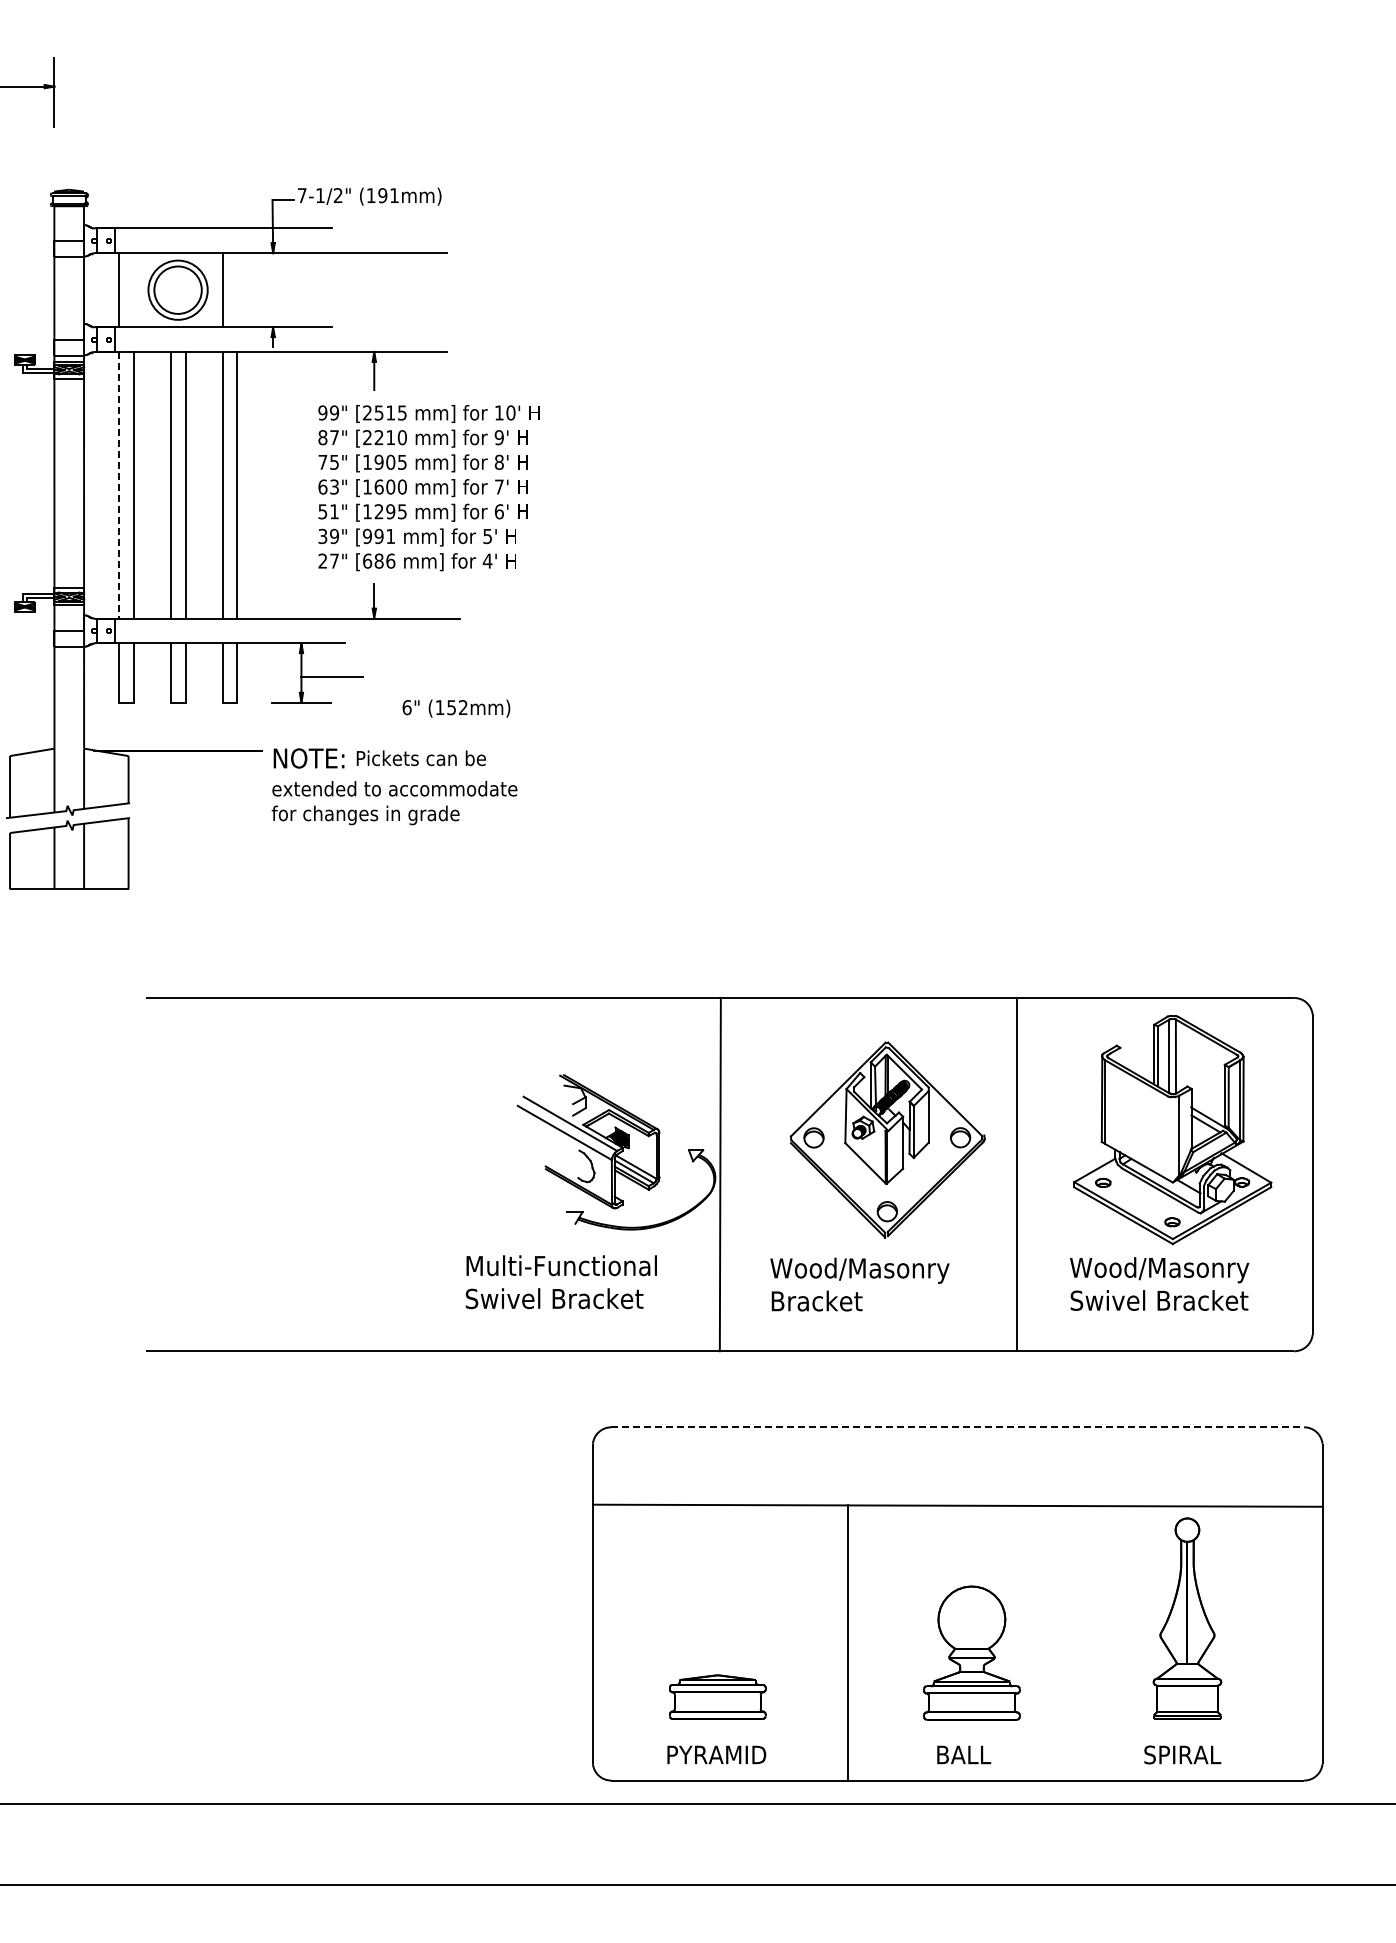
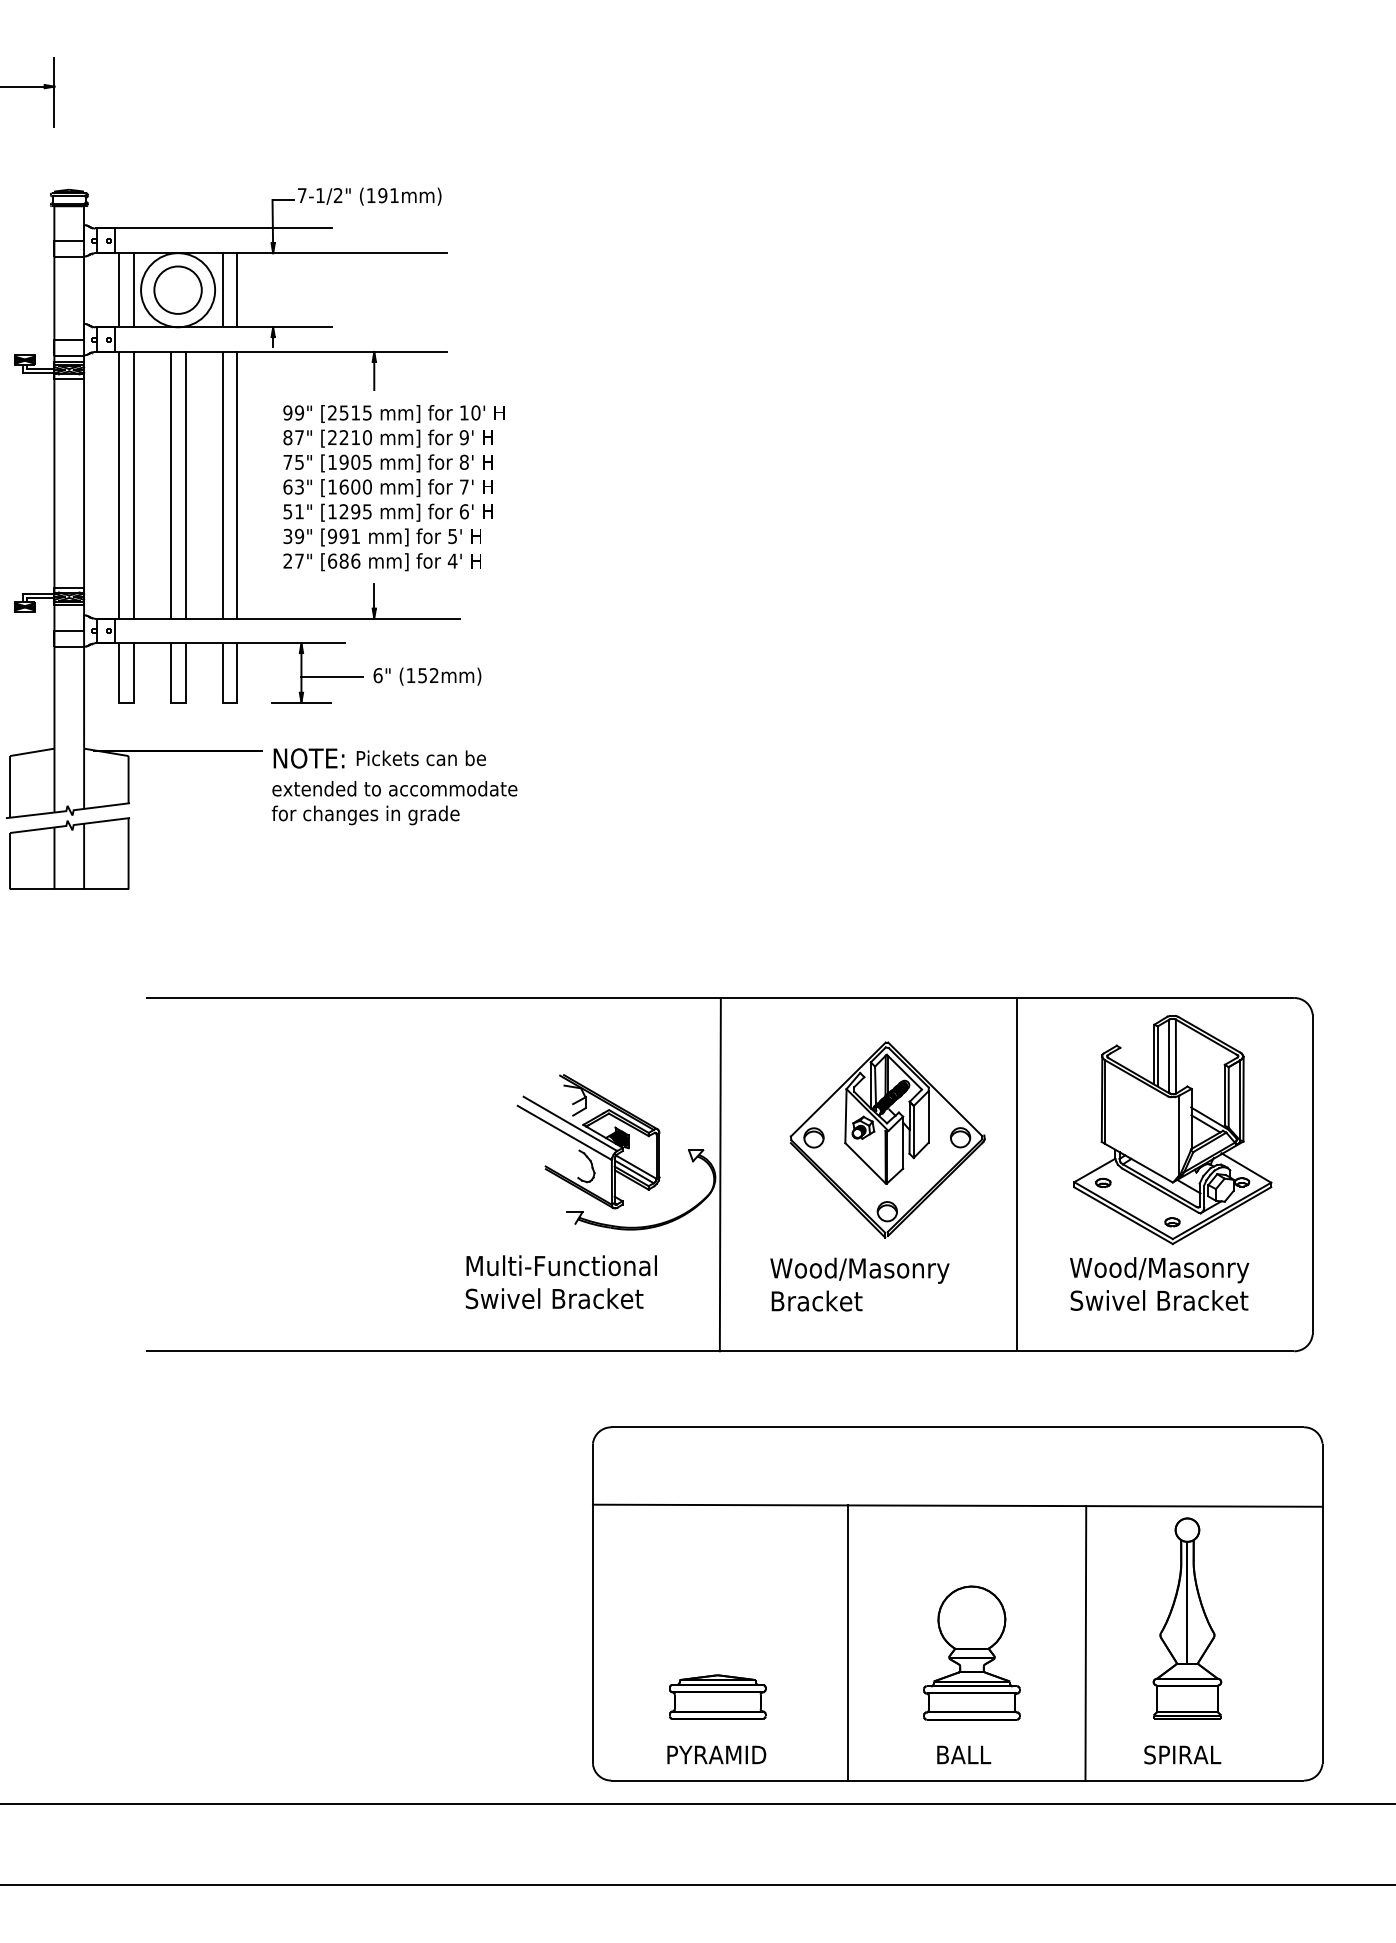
circle at (177, 289) diameter: 59 px -> 74 px
line at (133, 290): none -> present
line at (237, 290): none -> present
line at (118, 485): dashed -> solid
text at (428, 488) position: (428, 488) -> (393, 488)
text at (456, 708) position: (456, 708) -> (427, 676)
line at (958, 1427): dashed -> solid
line at (1085, 1643): none -> present
